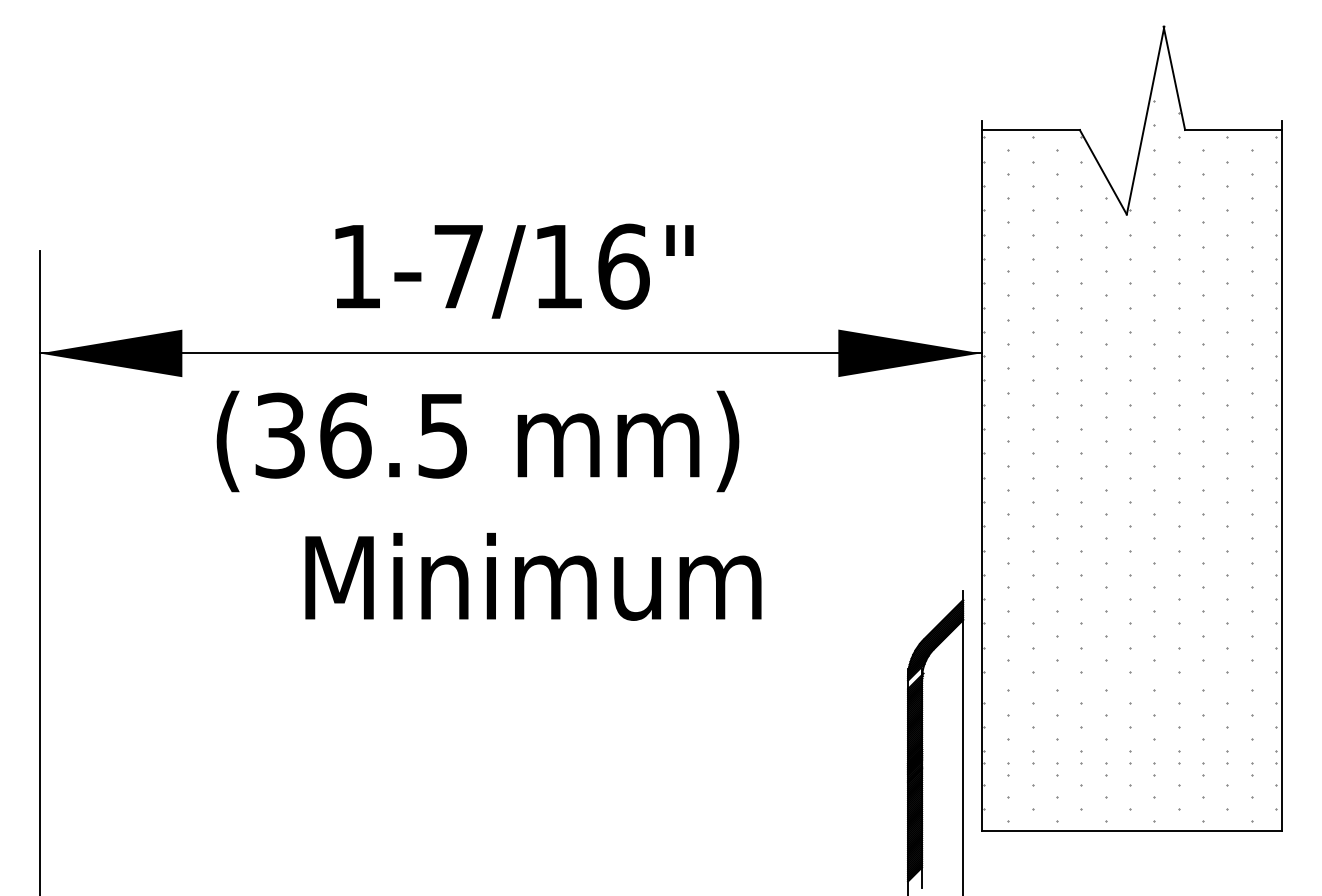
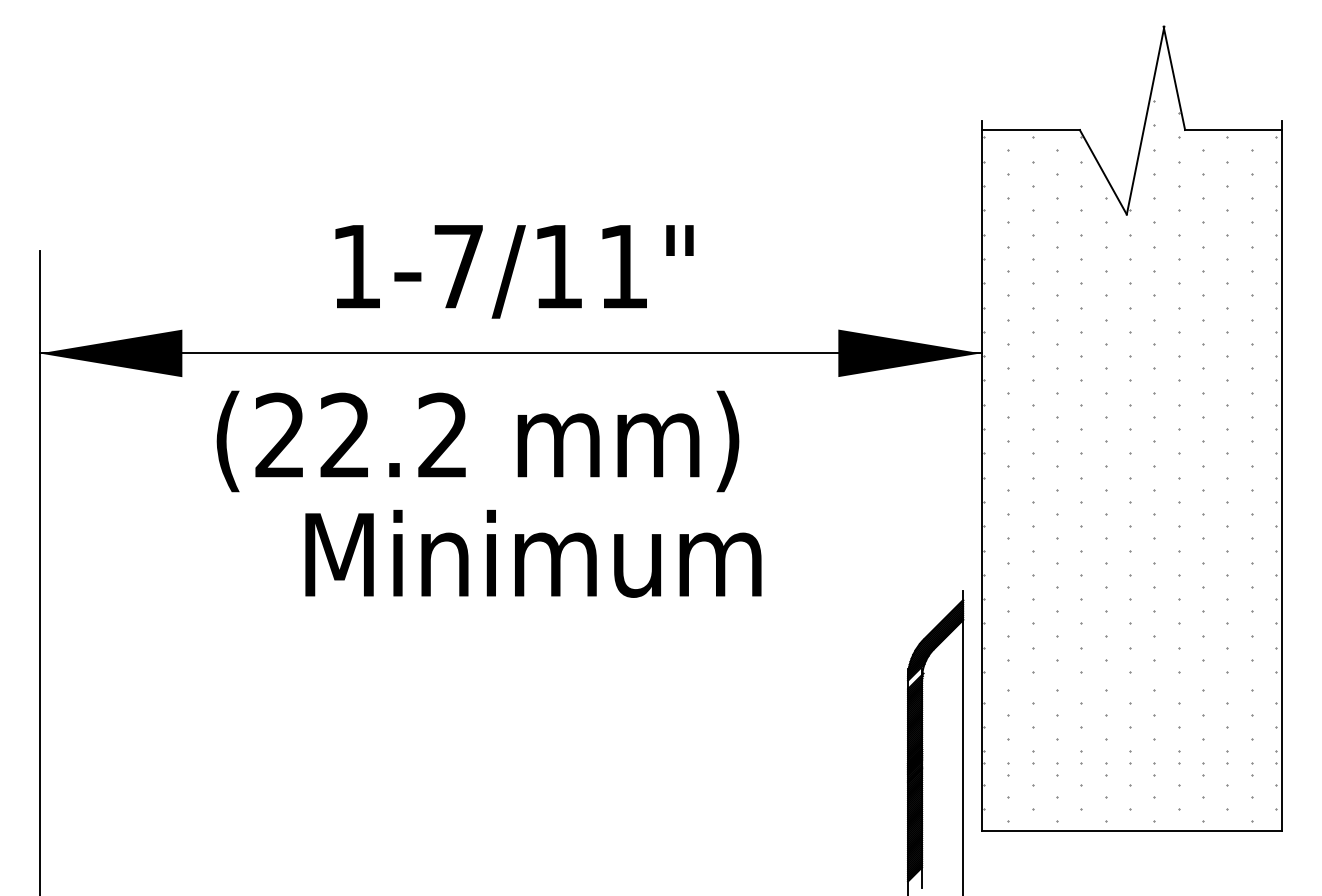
text at (623, 266): 1-7/16" -> 1-7/11"
text at (360, 435): (36.5 -> (22.2
text at (533, 576) position: (533, 576) -> (533, 553)
